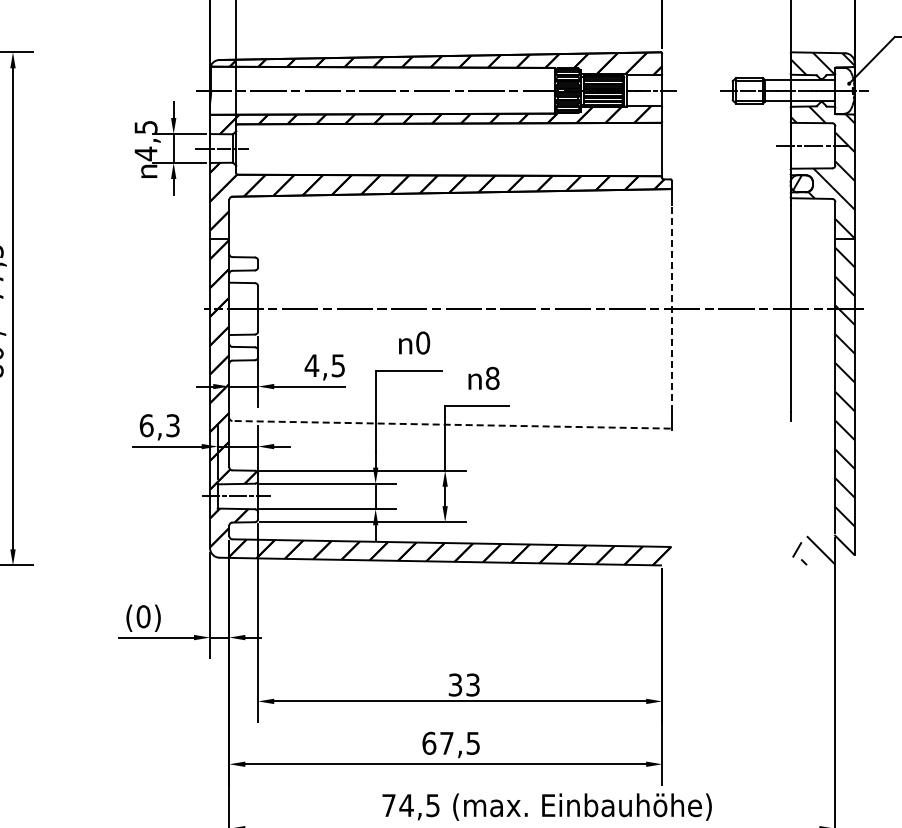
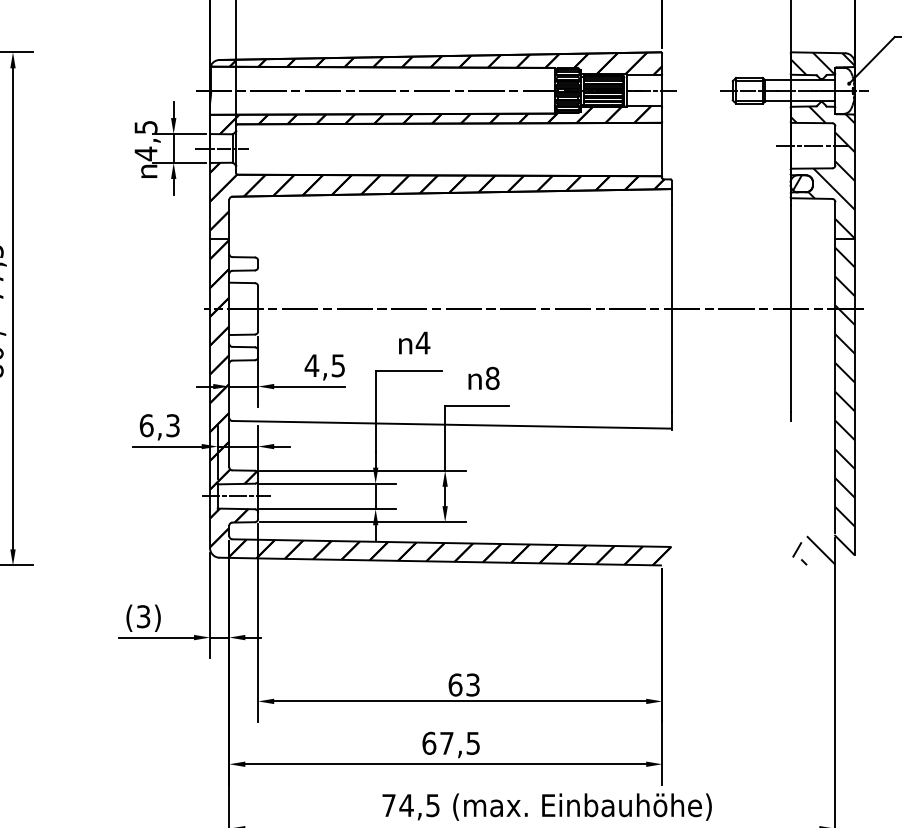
line at (671, 308): dashed -> solid
text at (422, 342): 0 -> 4
line at (451, 424): dashed -> solid
text at (143, 616): (0) -> (3)
text at (455, 684): 33 -> 63
